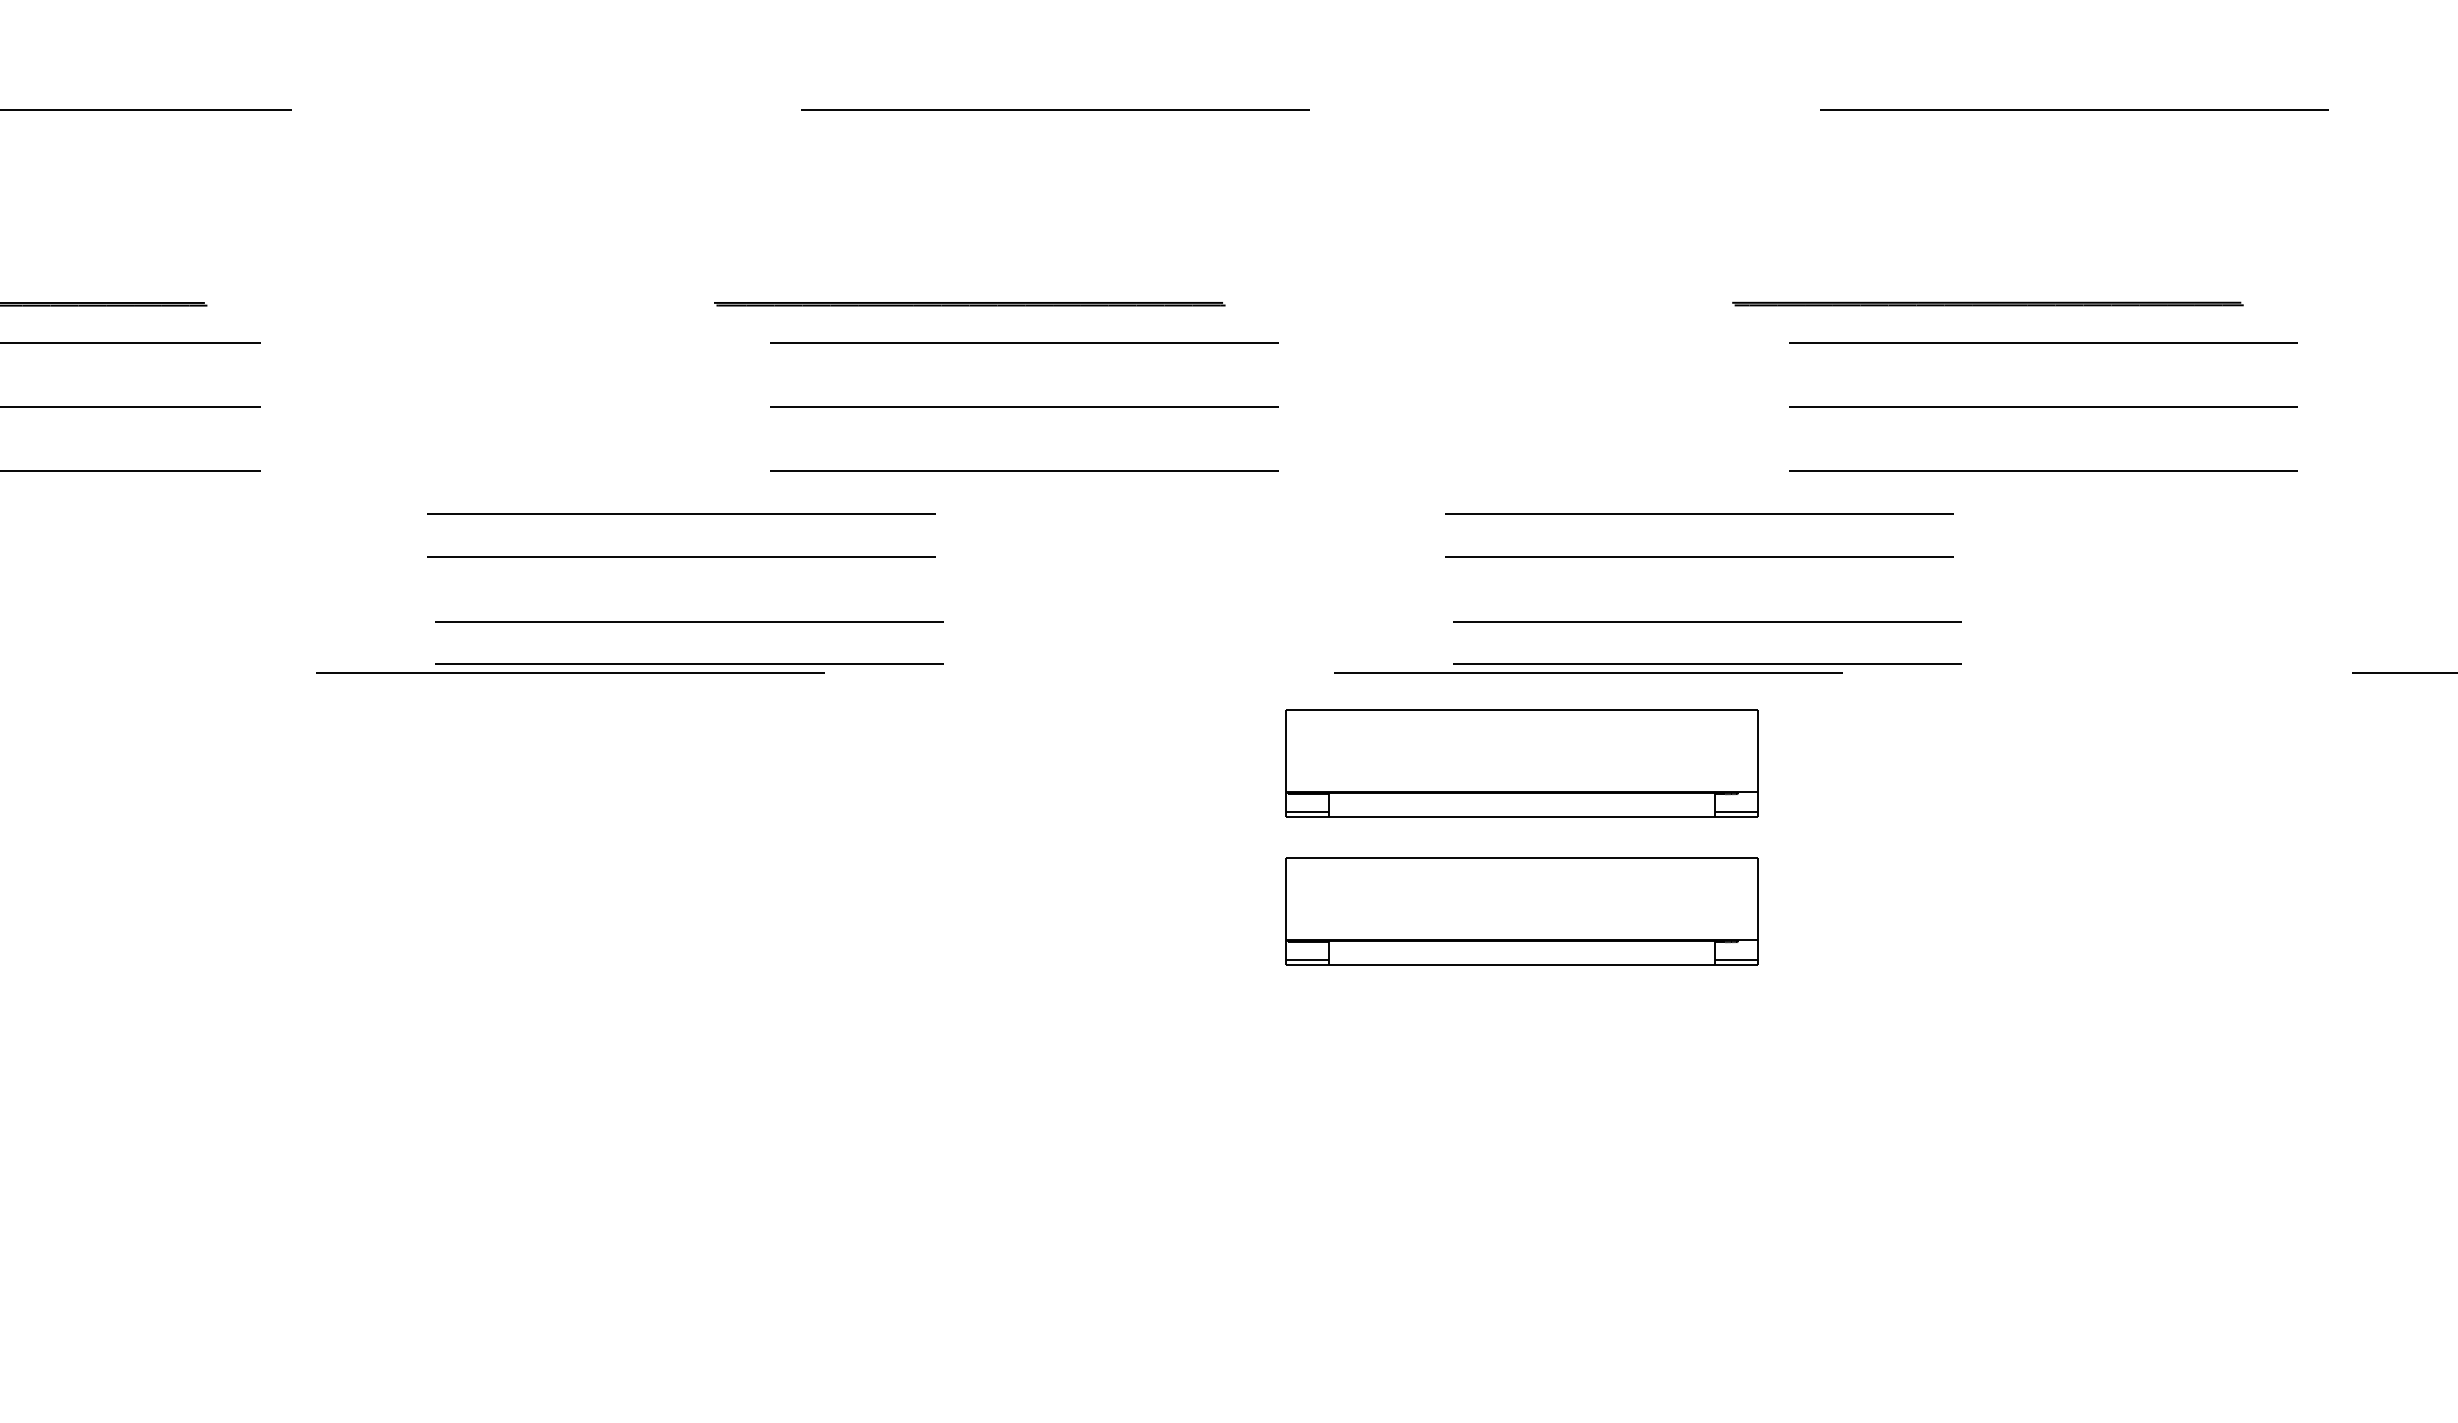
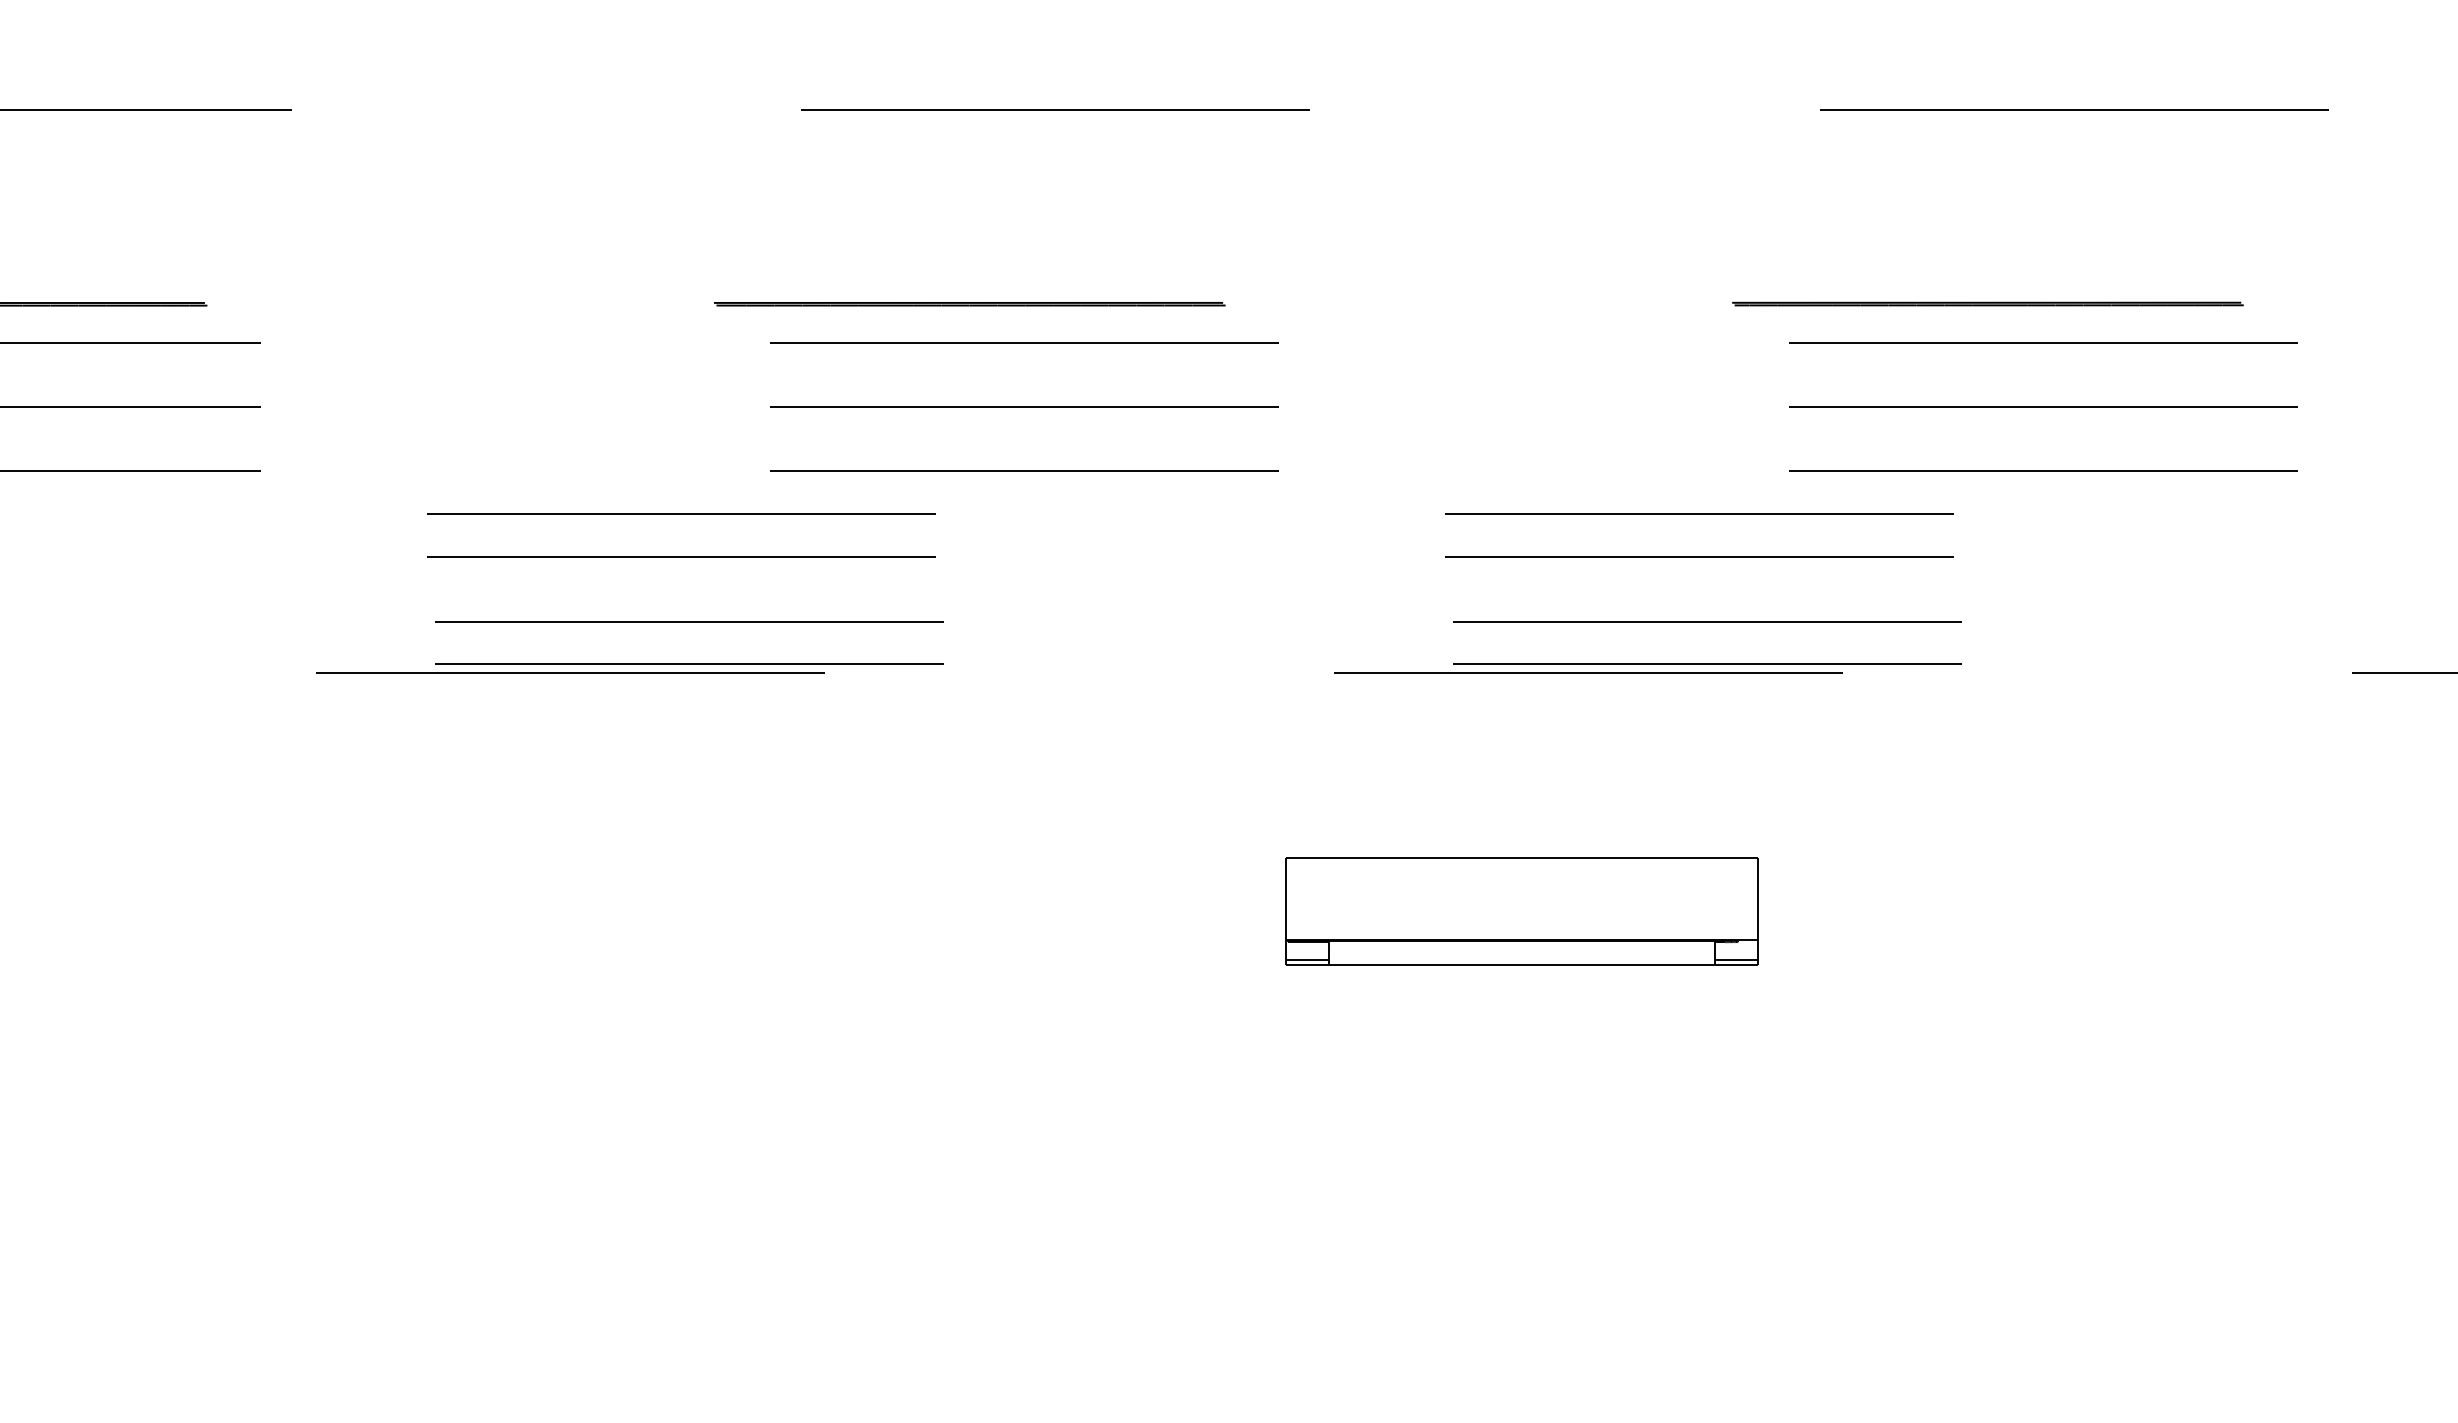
part at (1521, 763): present -> none
